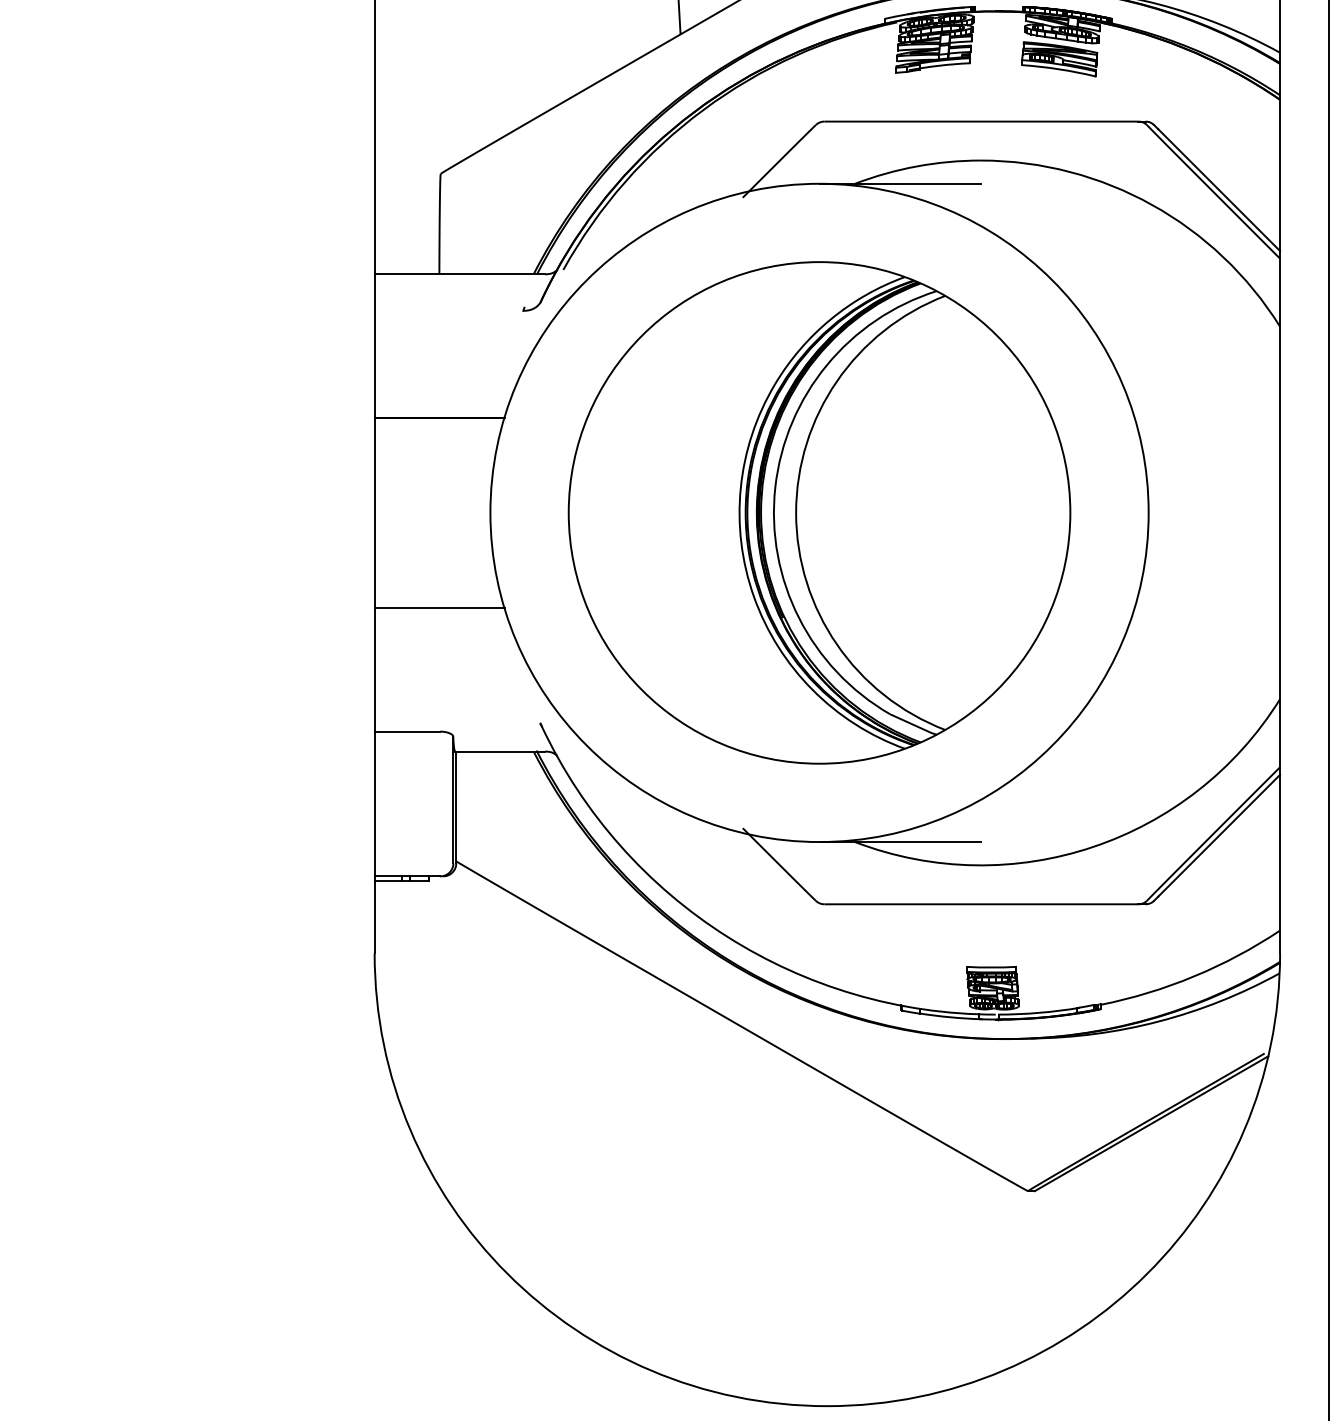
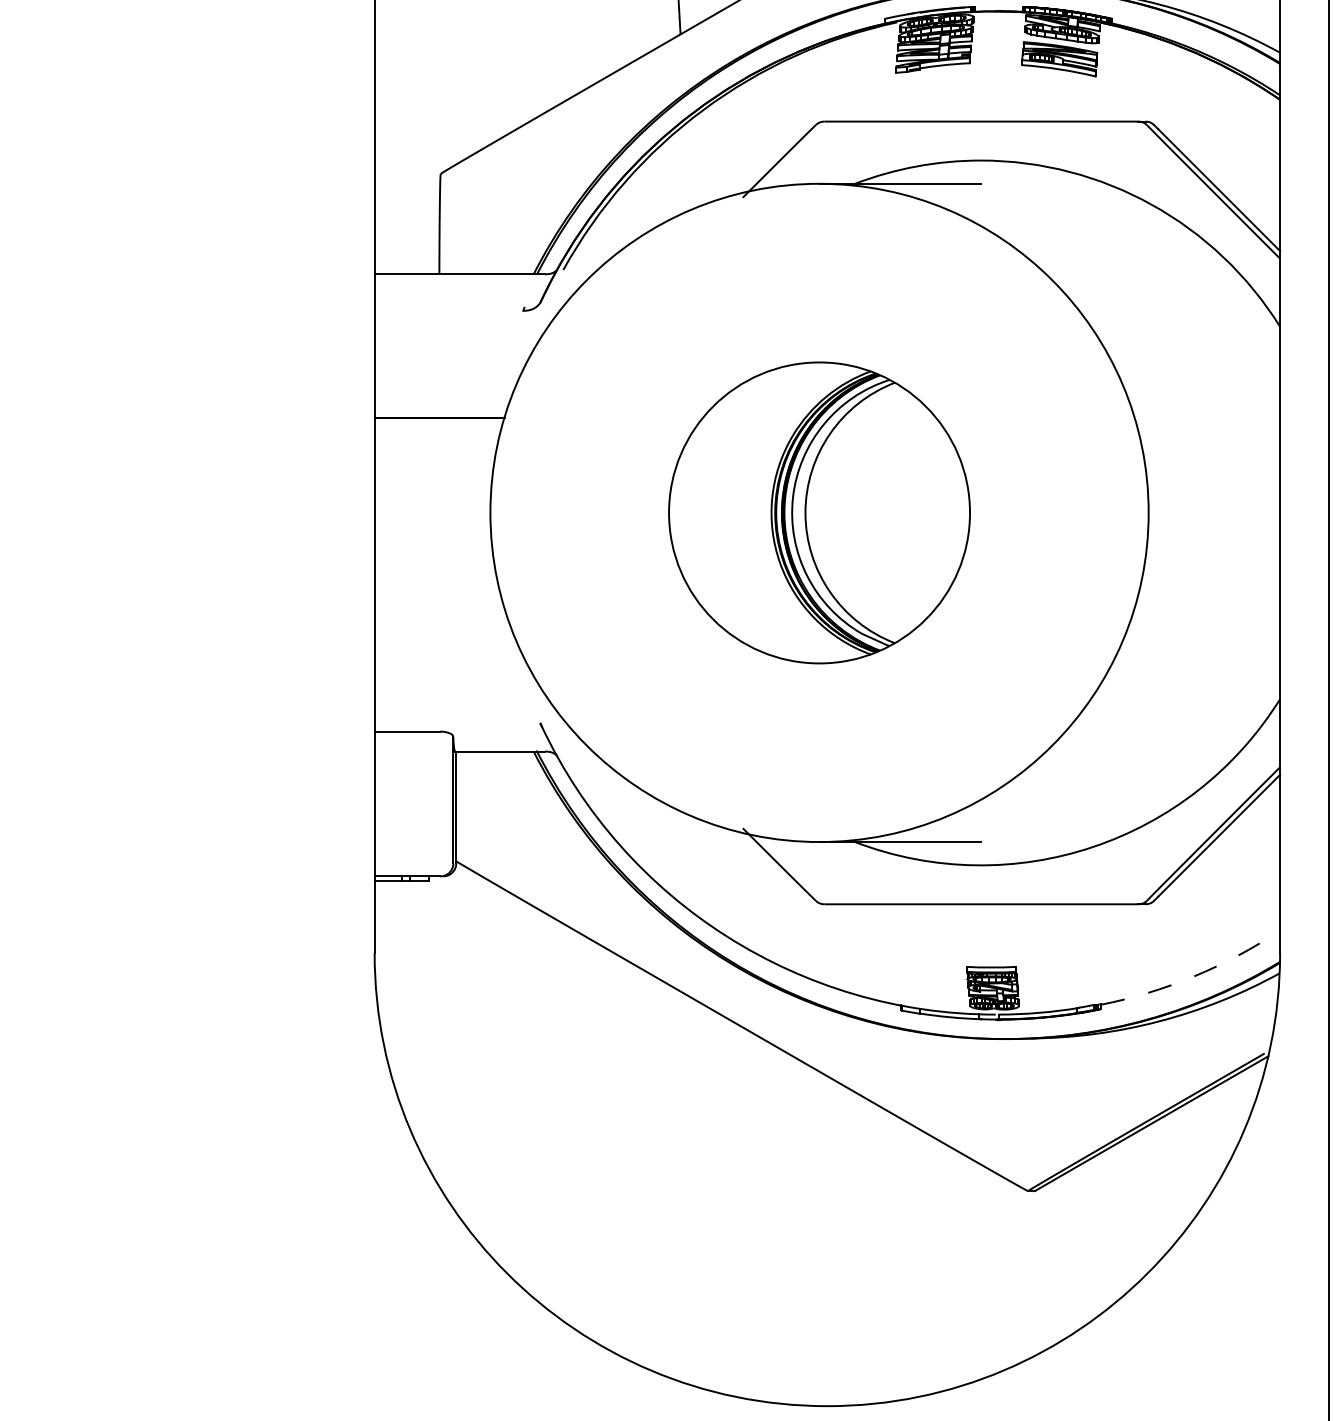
part at (819, 512) size: 505x504 px -> 303x304 px
line at (439, 608): present -> none
arc at (1194, 976): solid -> dashed
